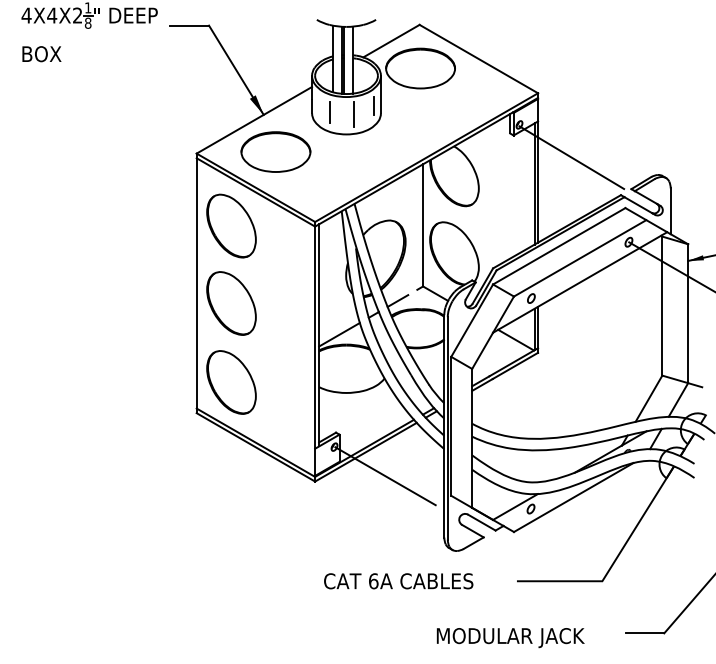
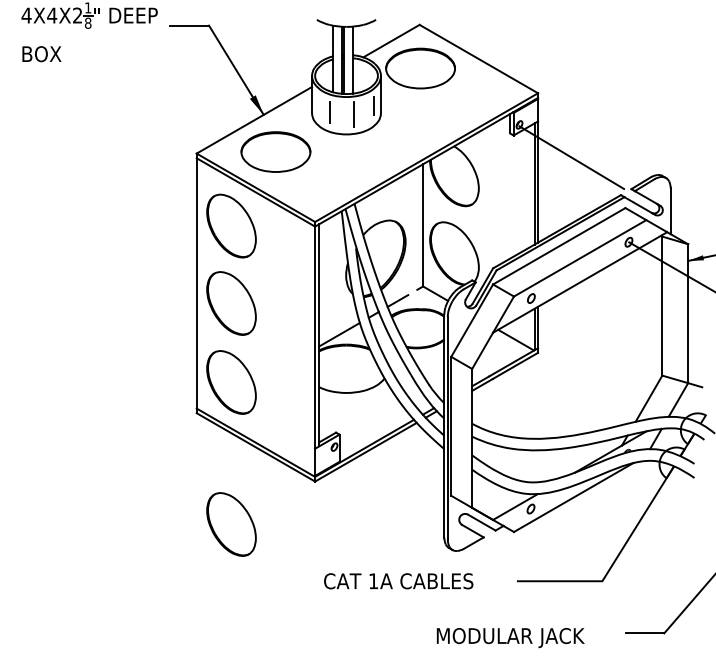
line at (385, 475): present -> none
part at (231, 524): none -> present
text at (373, 581): 6A -> 1A
